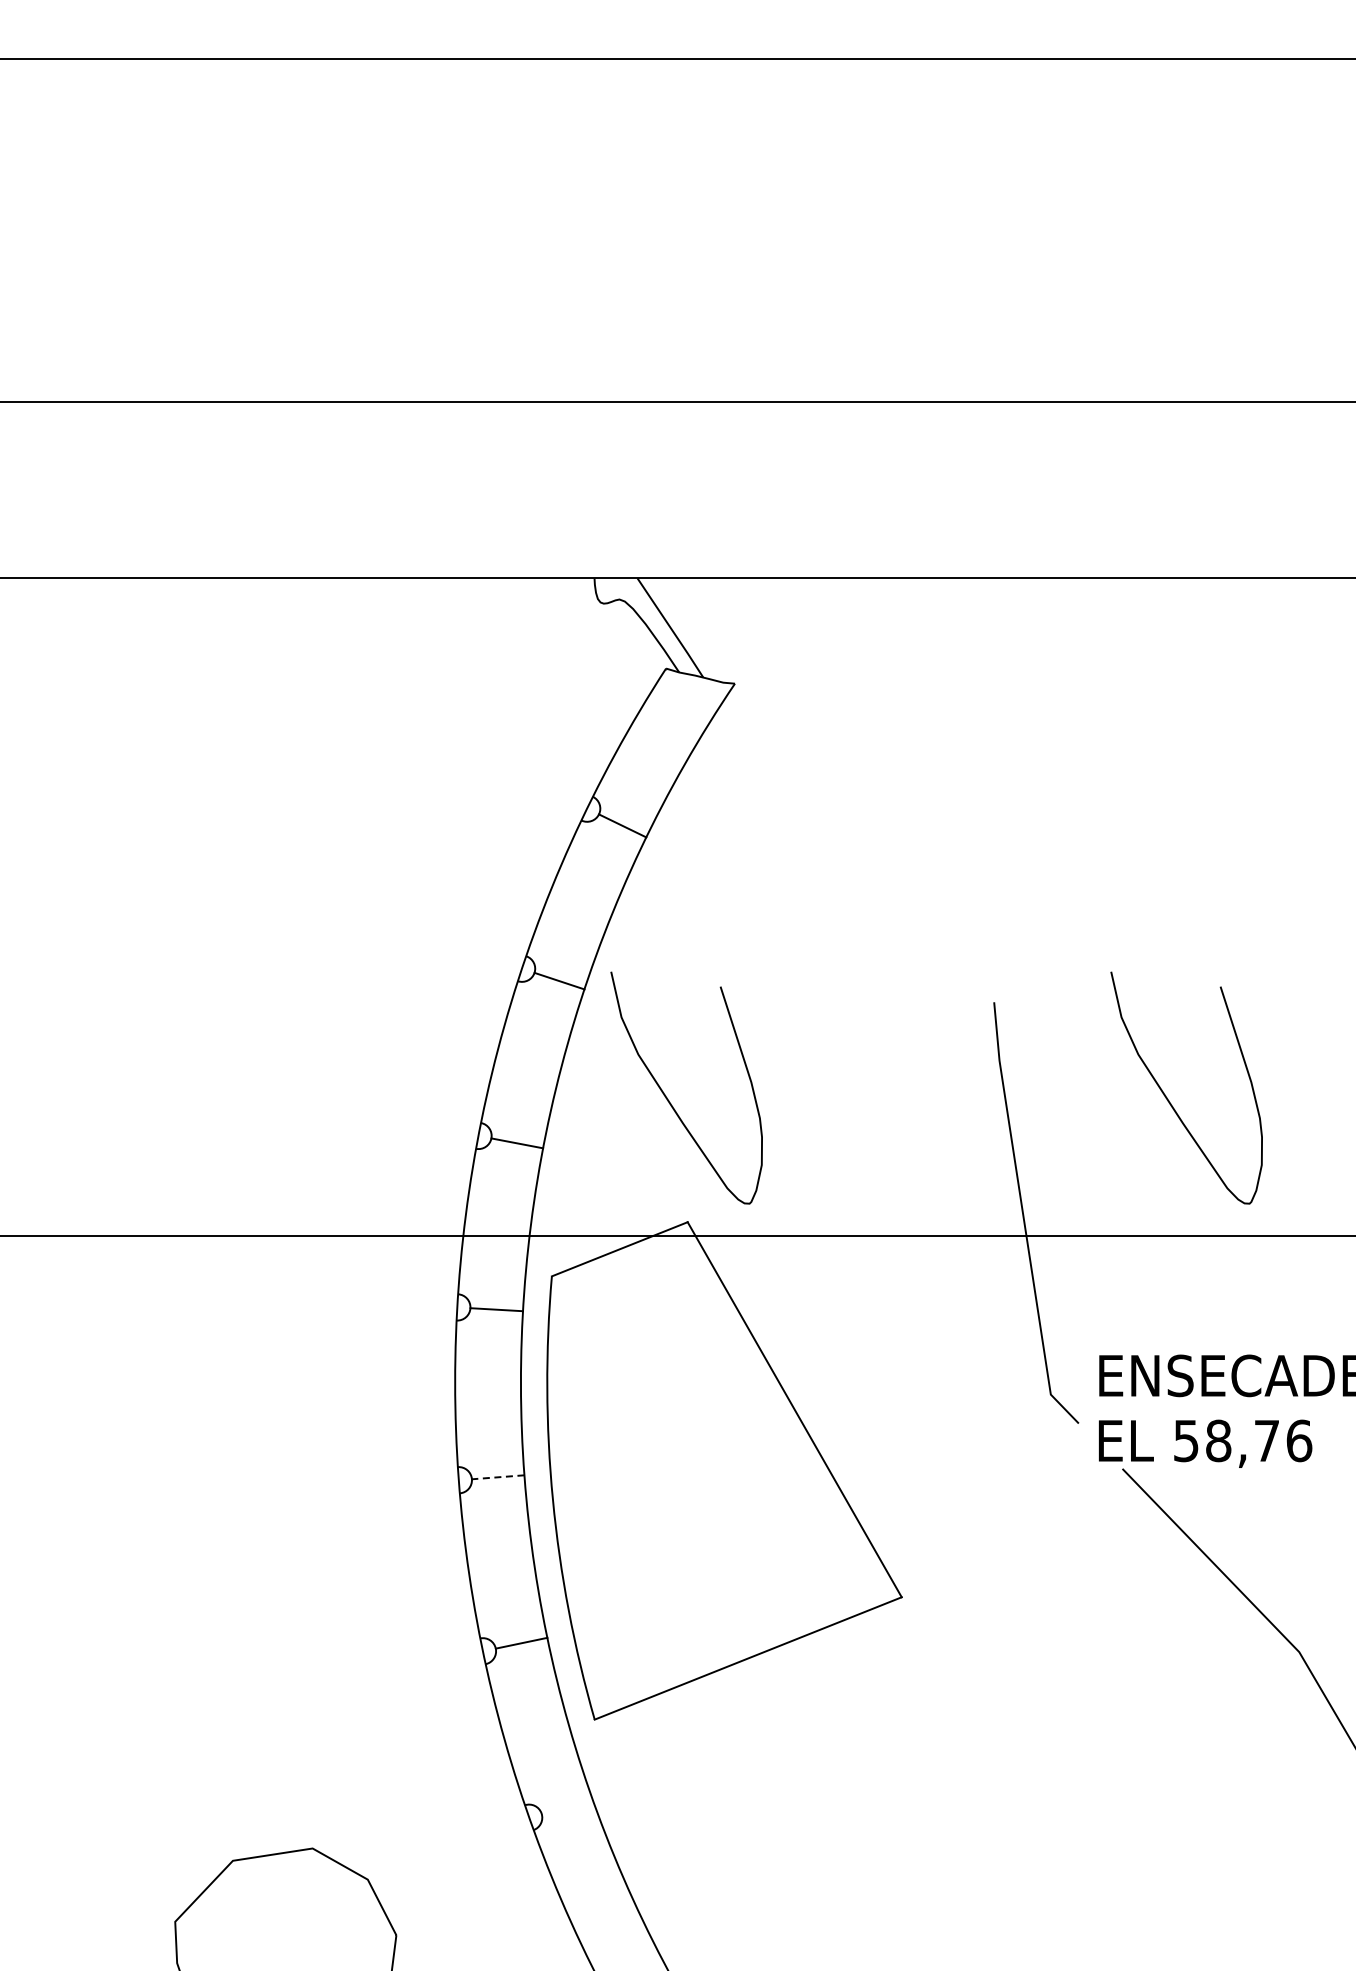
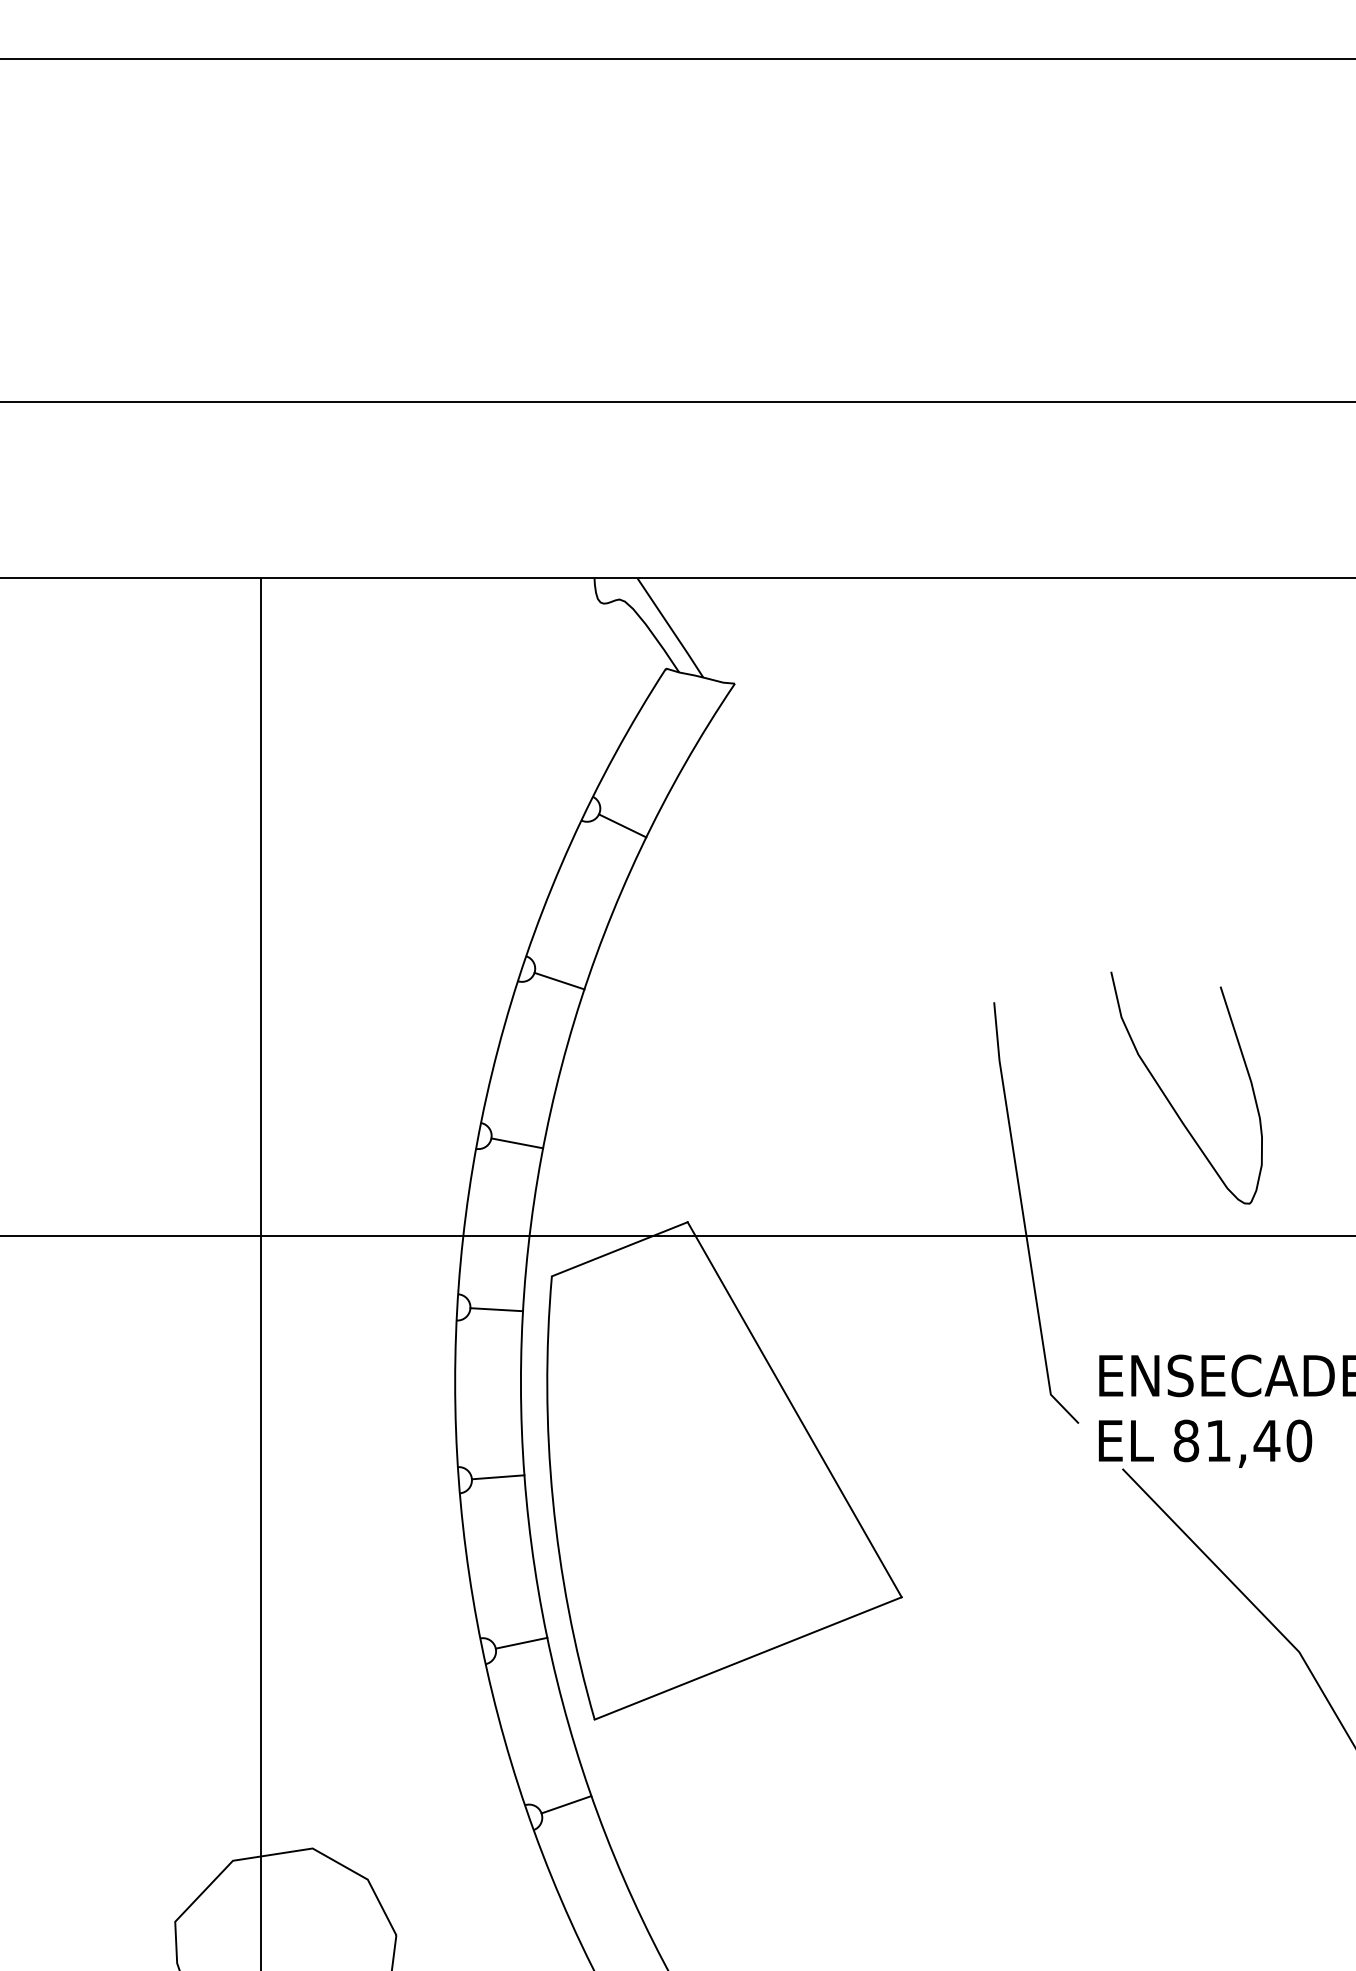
curve at (669, 1100): present -> none
line at (260, 1272): none -> present
text at (1242, 1440): 58,76 -> 81,40
line at (497, 1477): dashed -> solid
line at (566, 1804): none -> present
